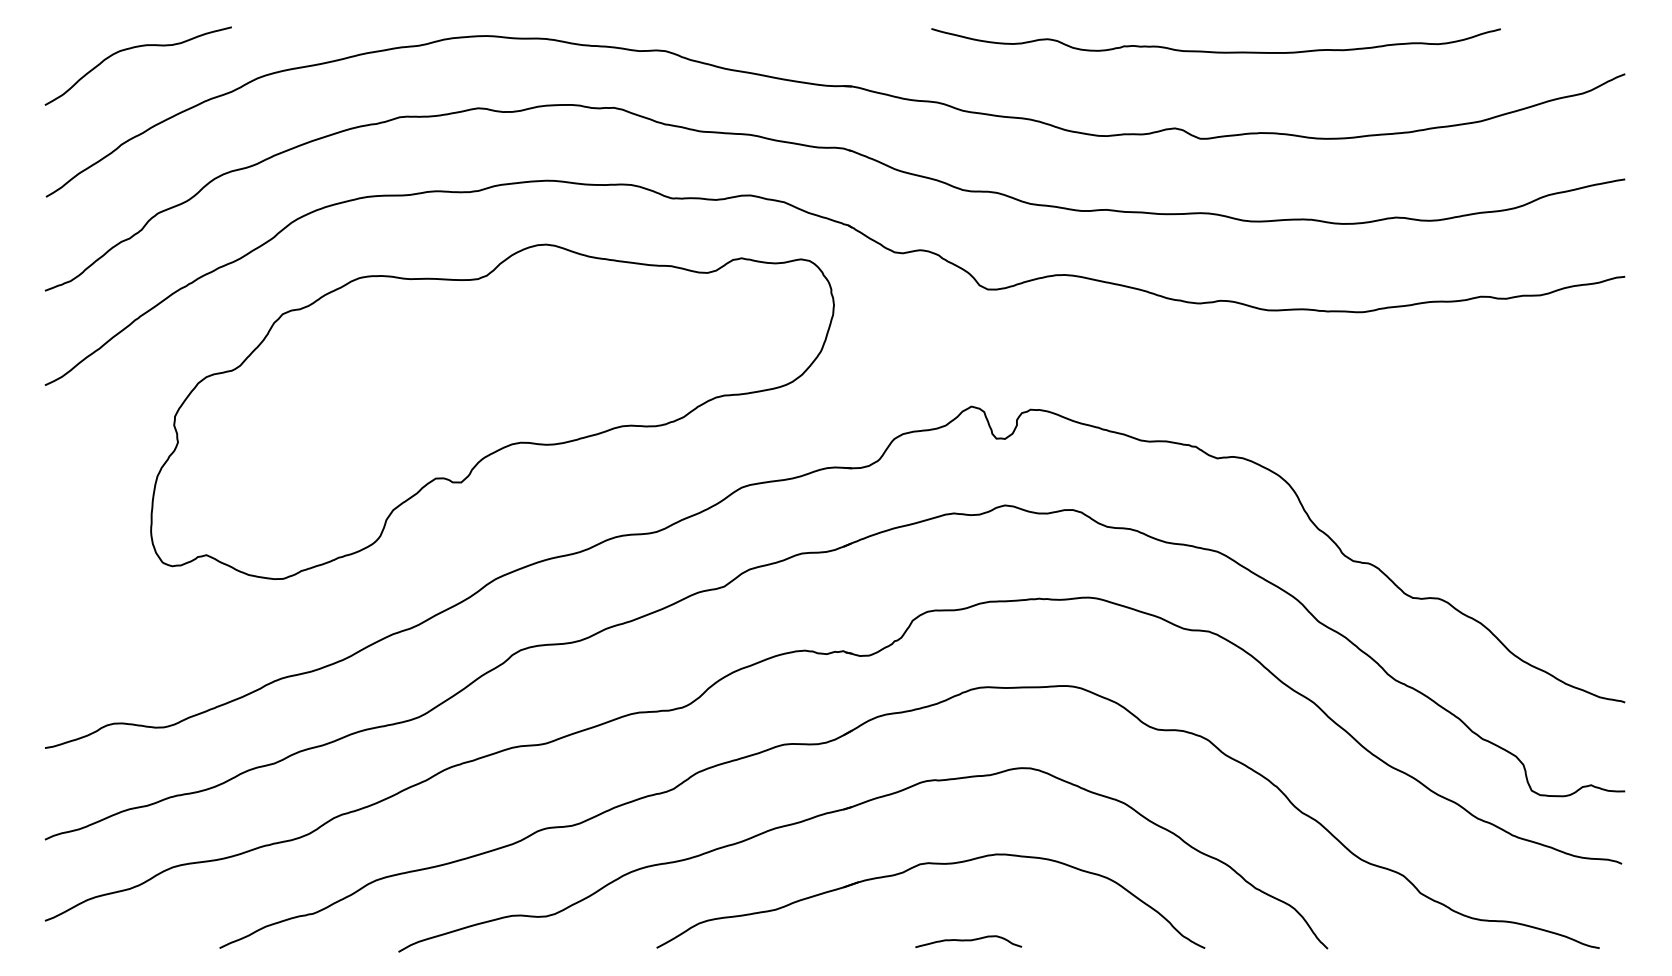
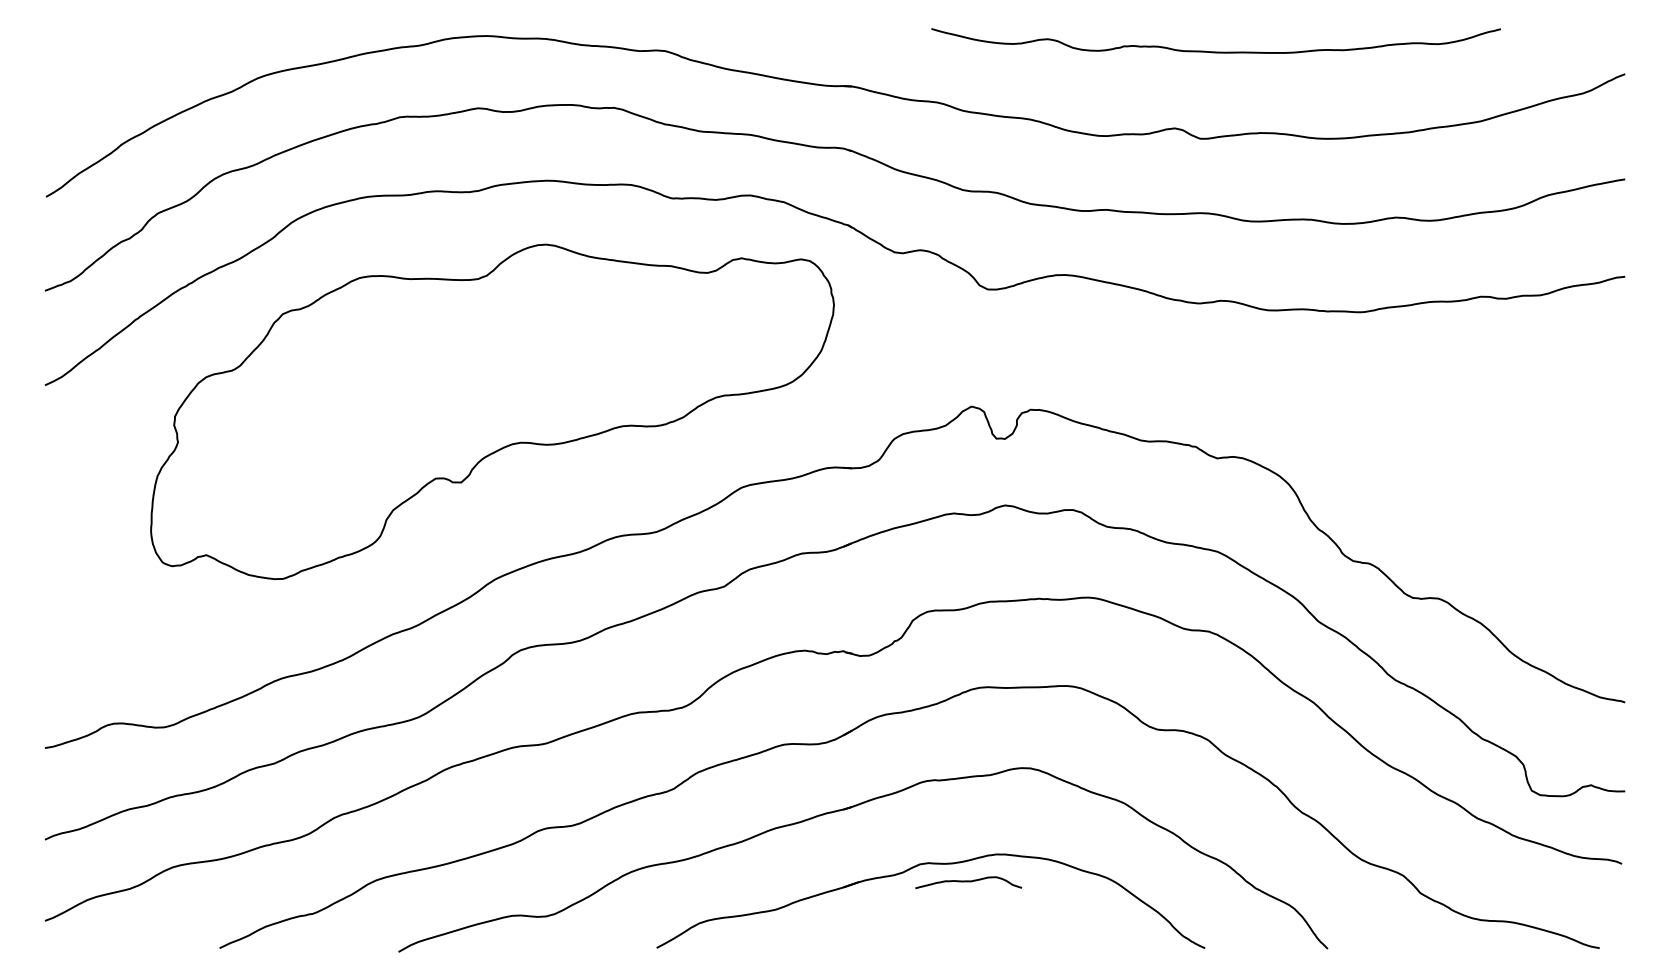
curve at (134, 48): present -> none
curve at (968, 941) position: (968, 941) -> (968, 882)
